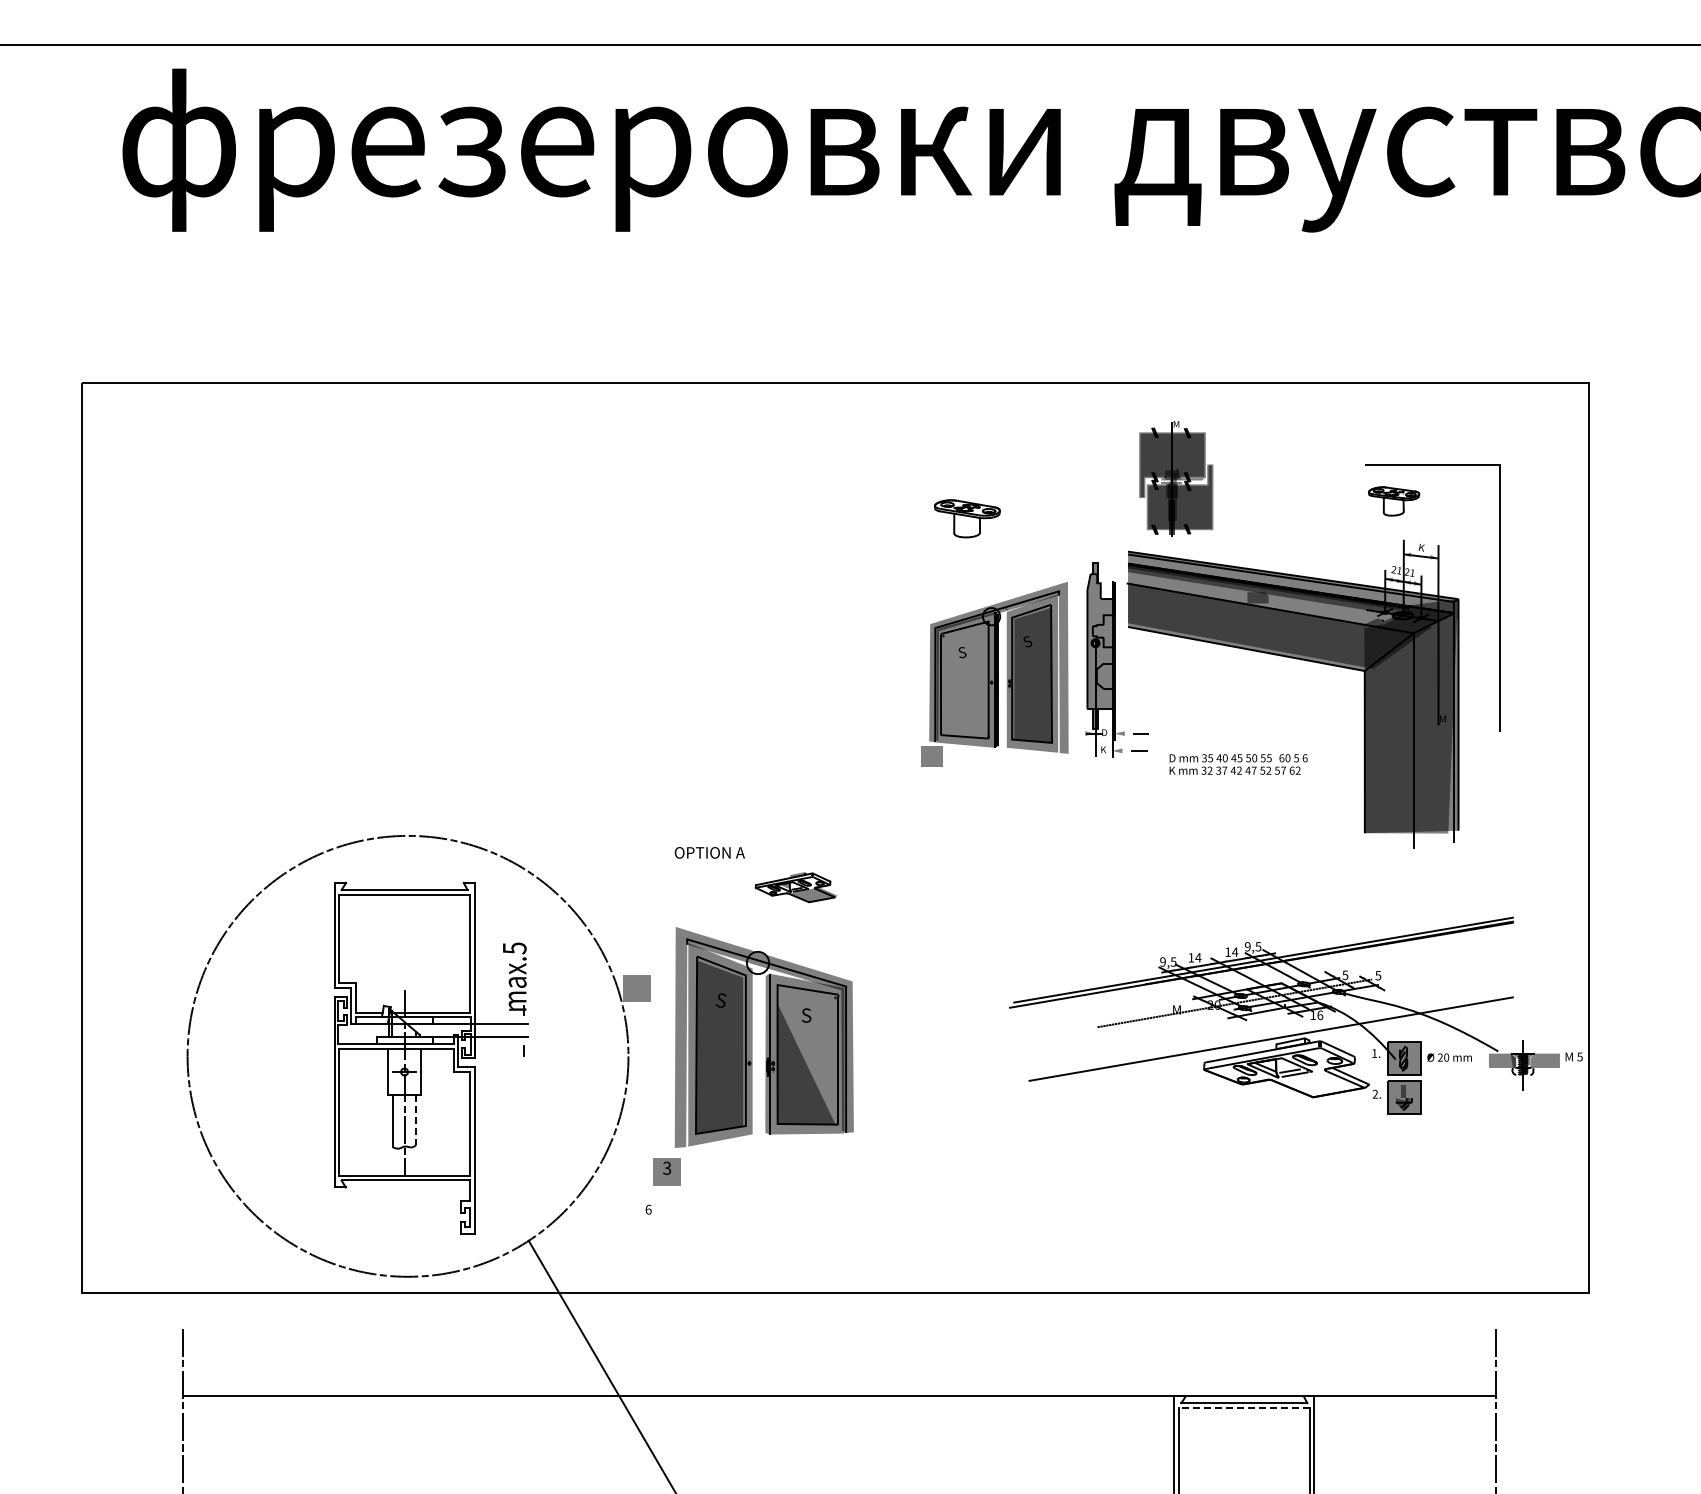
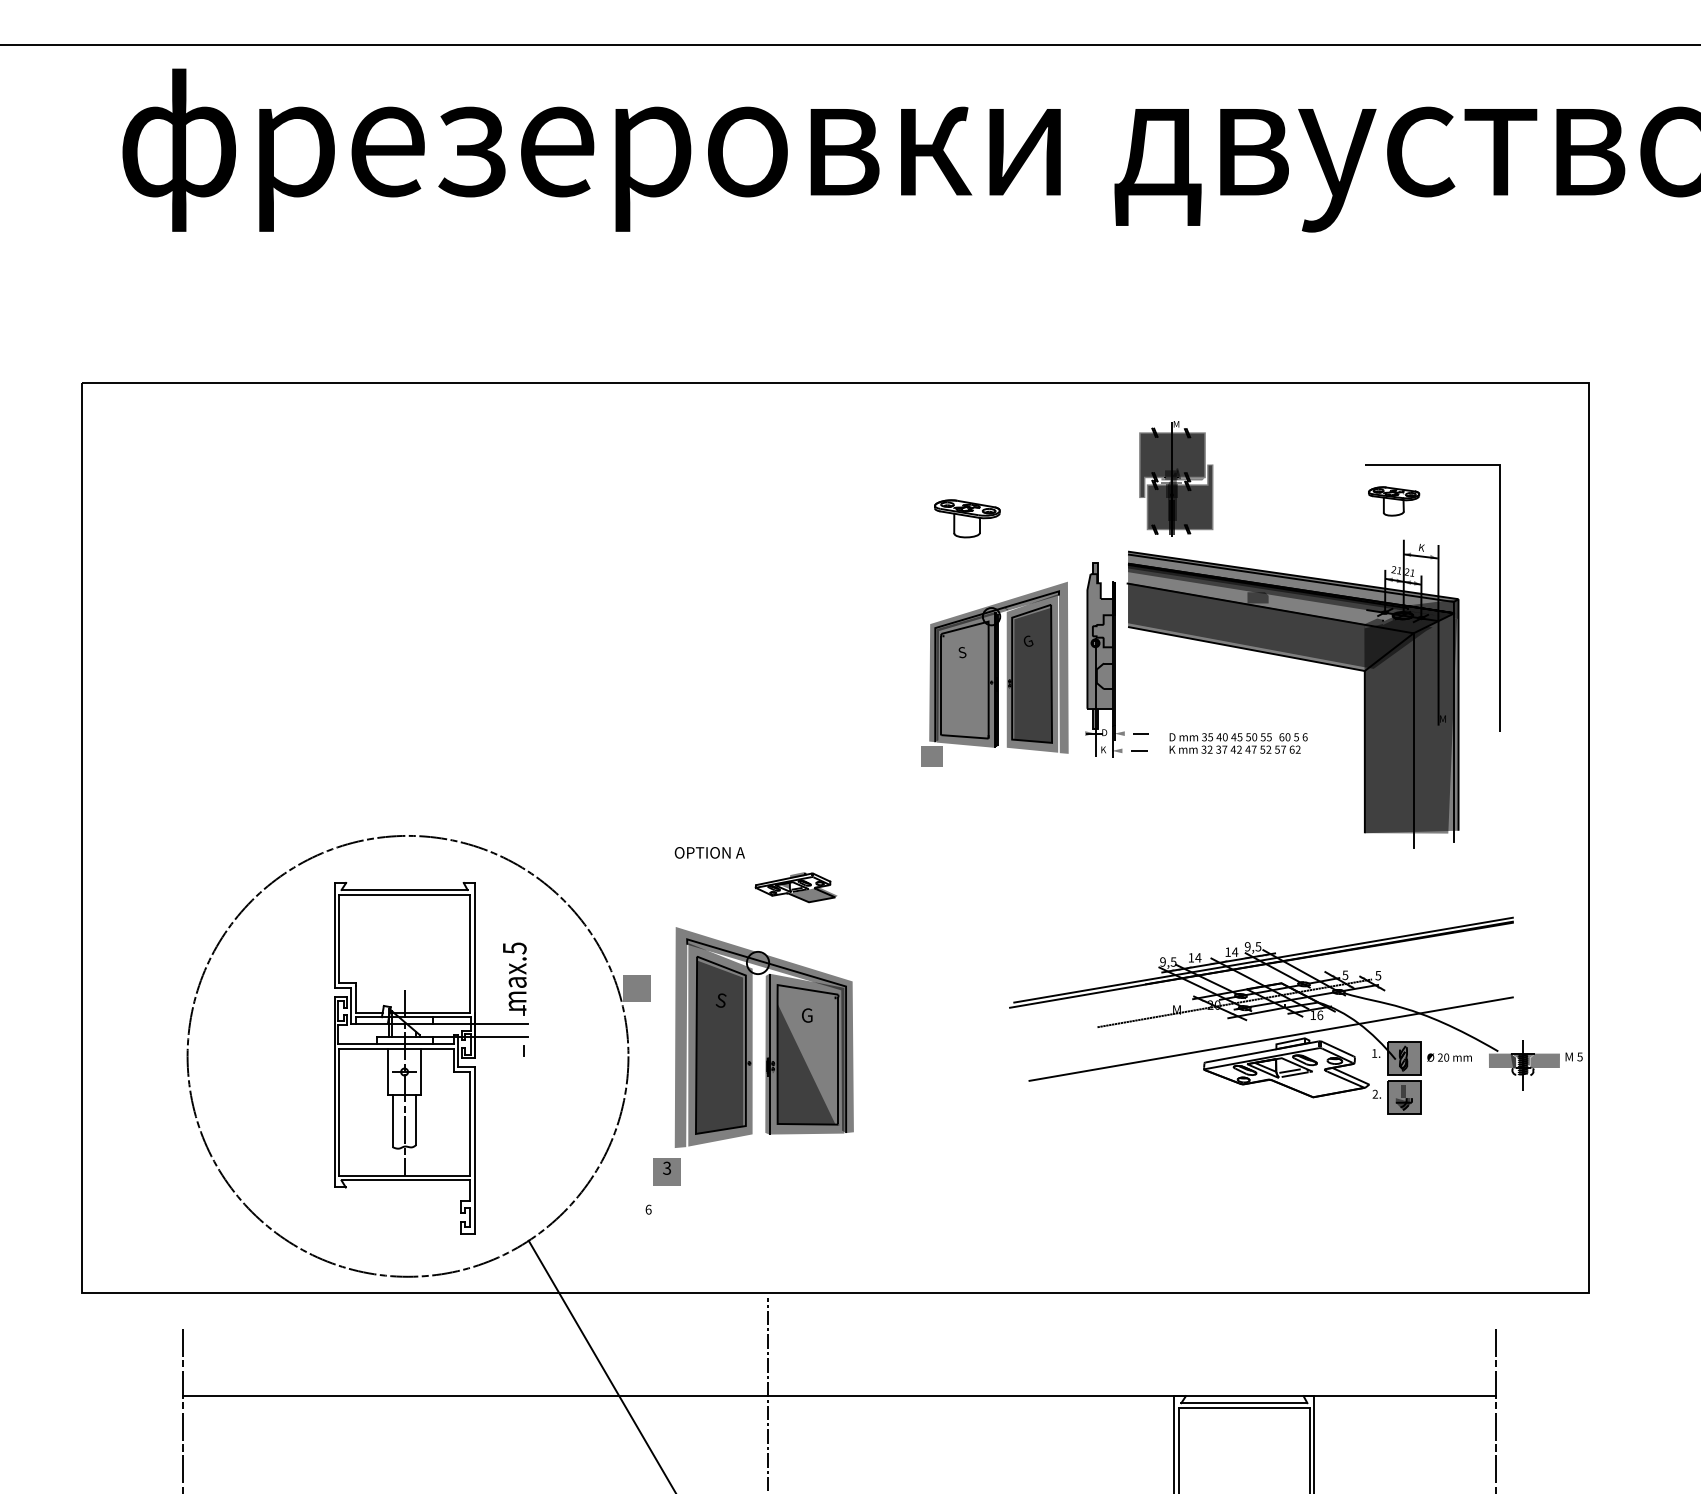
text at (1028, 641): S -> G
text at (1238, 764) position: (1238, 764) -> (1238, 743)
text at (807, 1015): S -> G
line at (416, 1120): dashed -> solid
line at (767, 1393): none -> present
line at (1243, 1407): dashed -> solid
